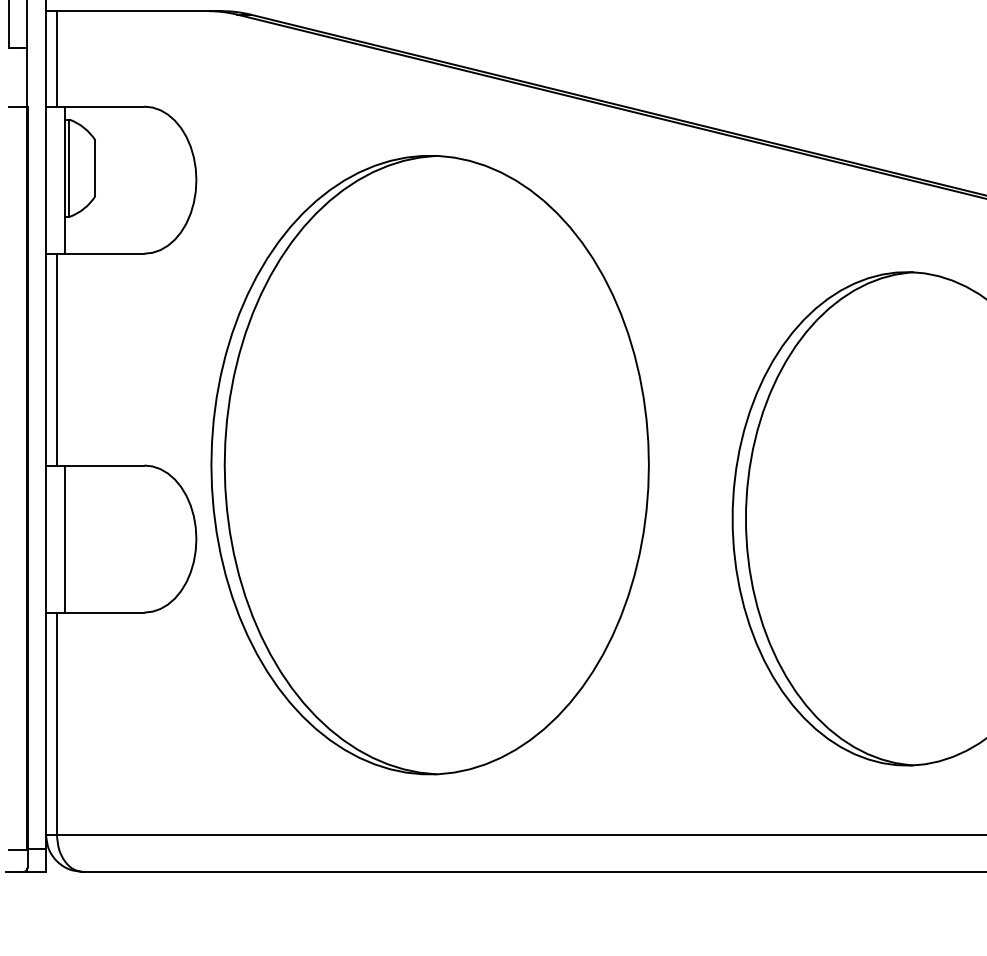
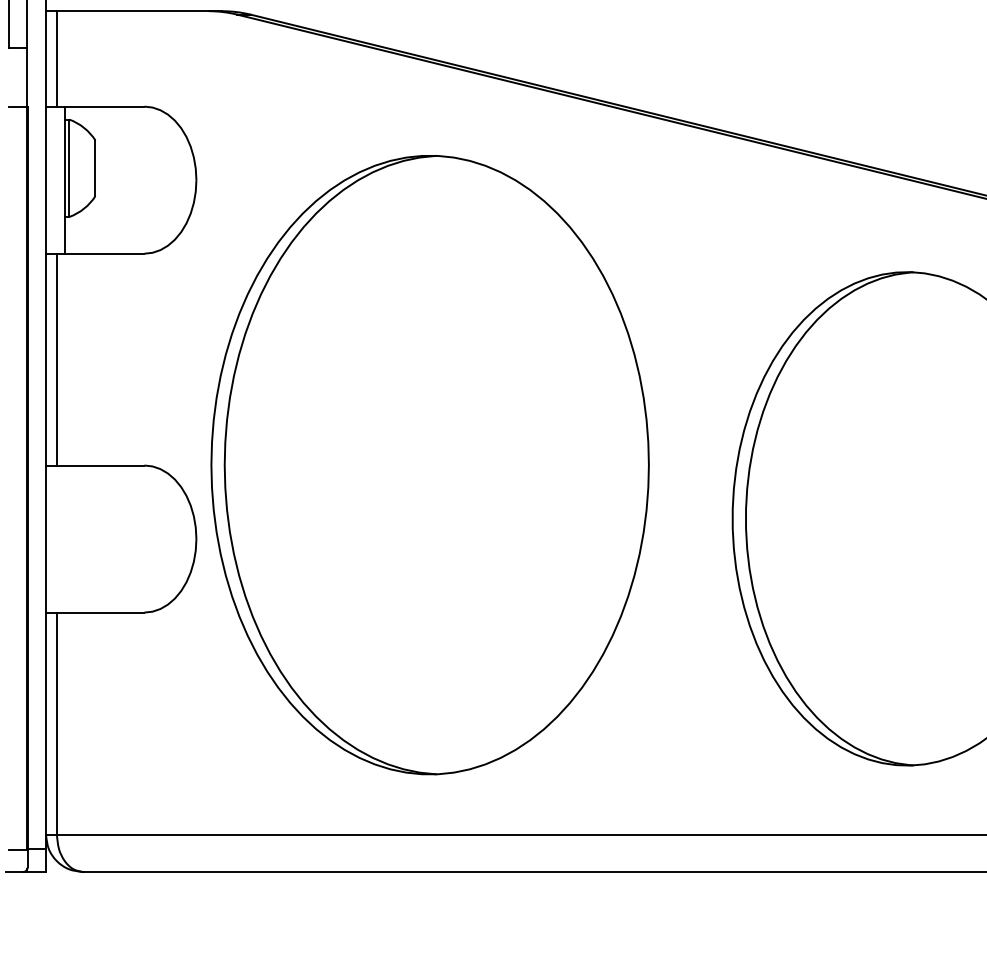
line at (64, 538): present -> none
